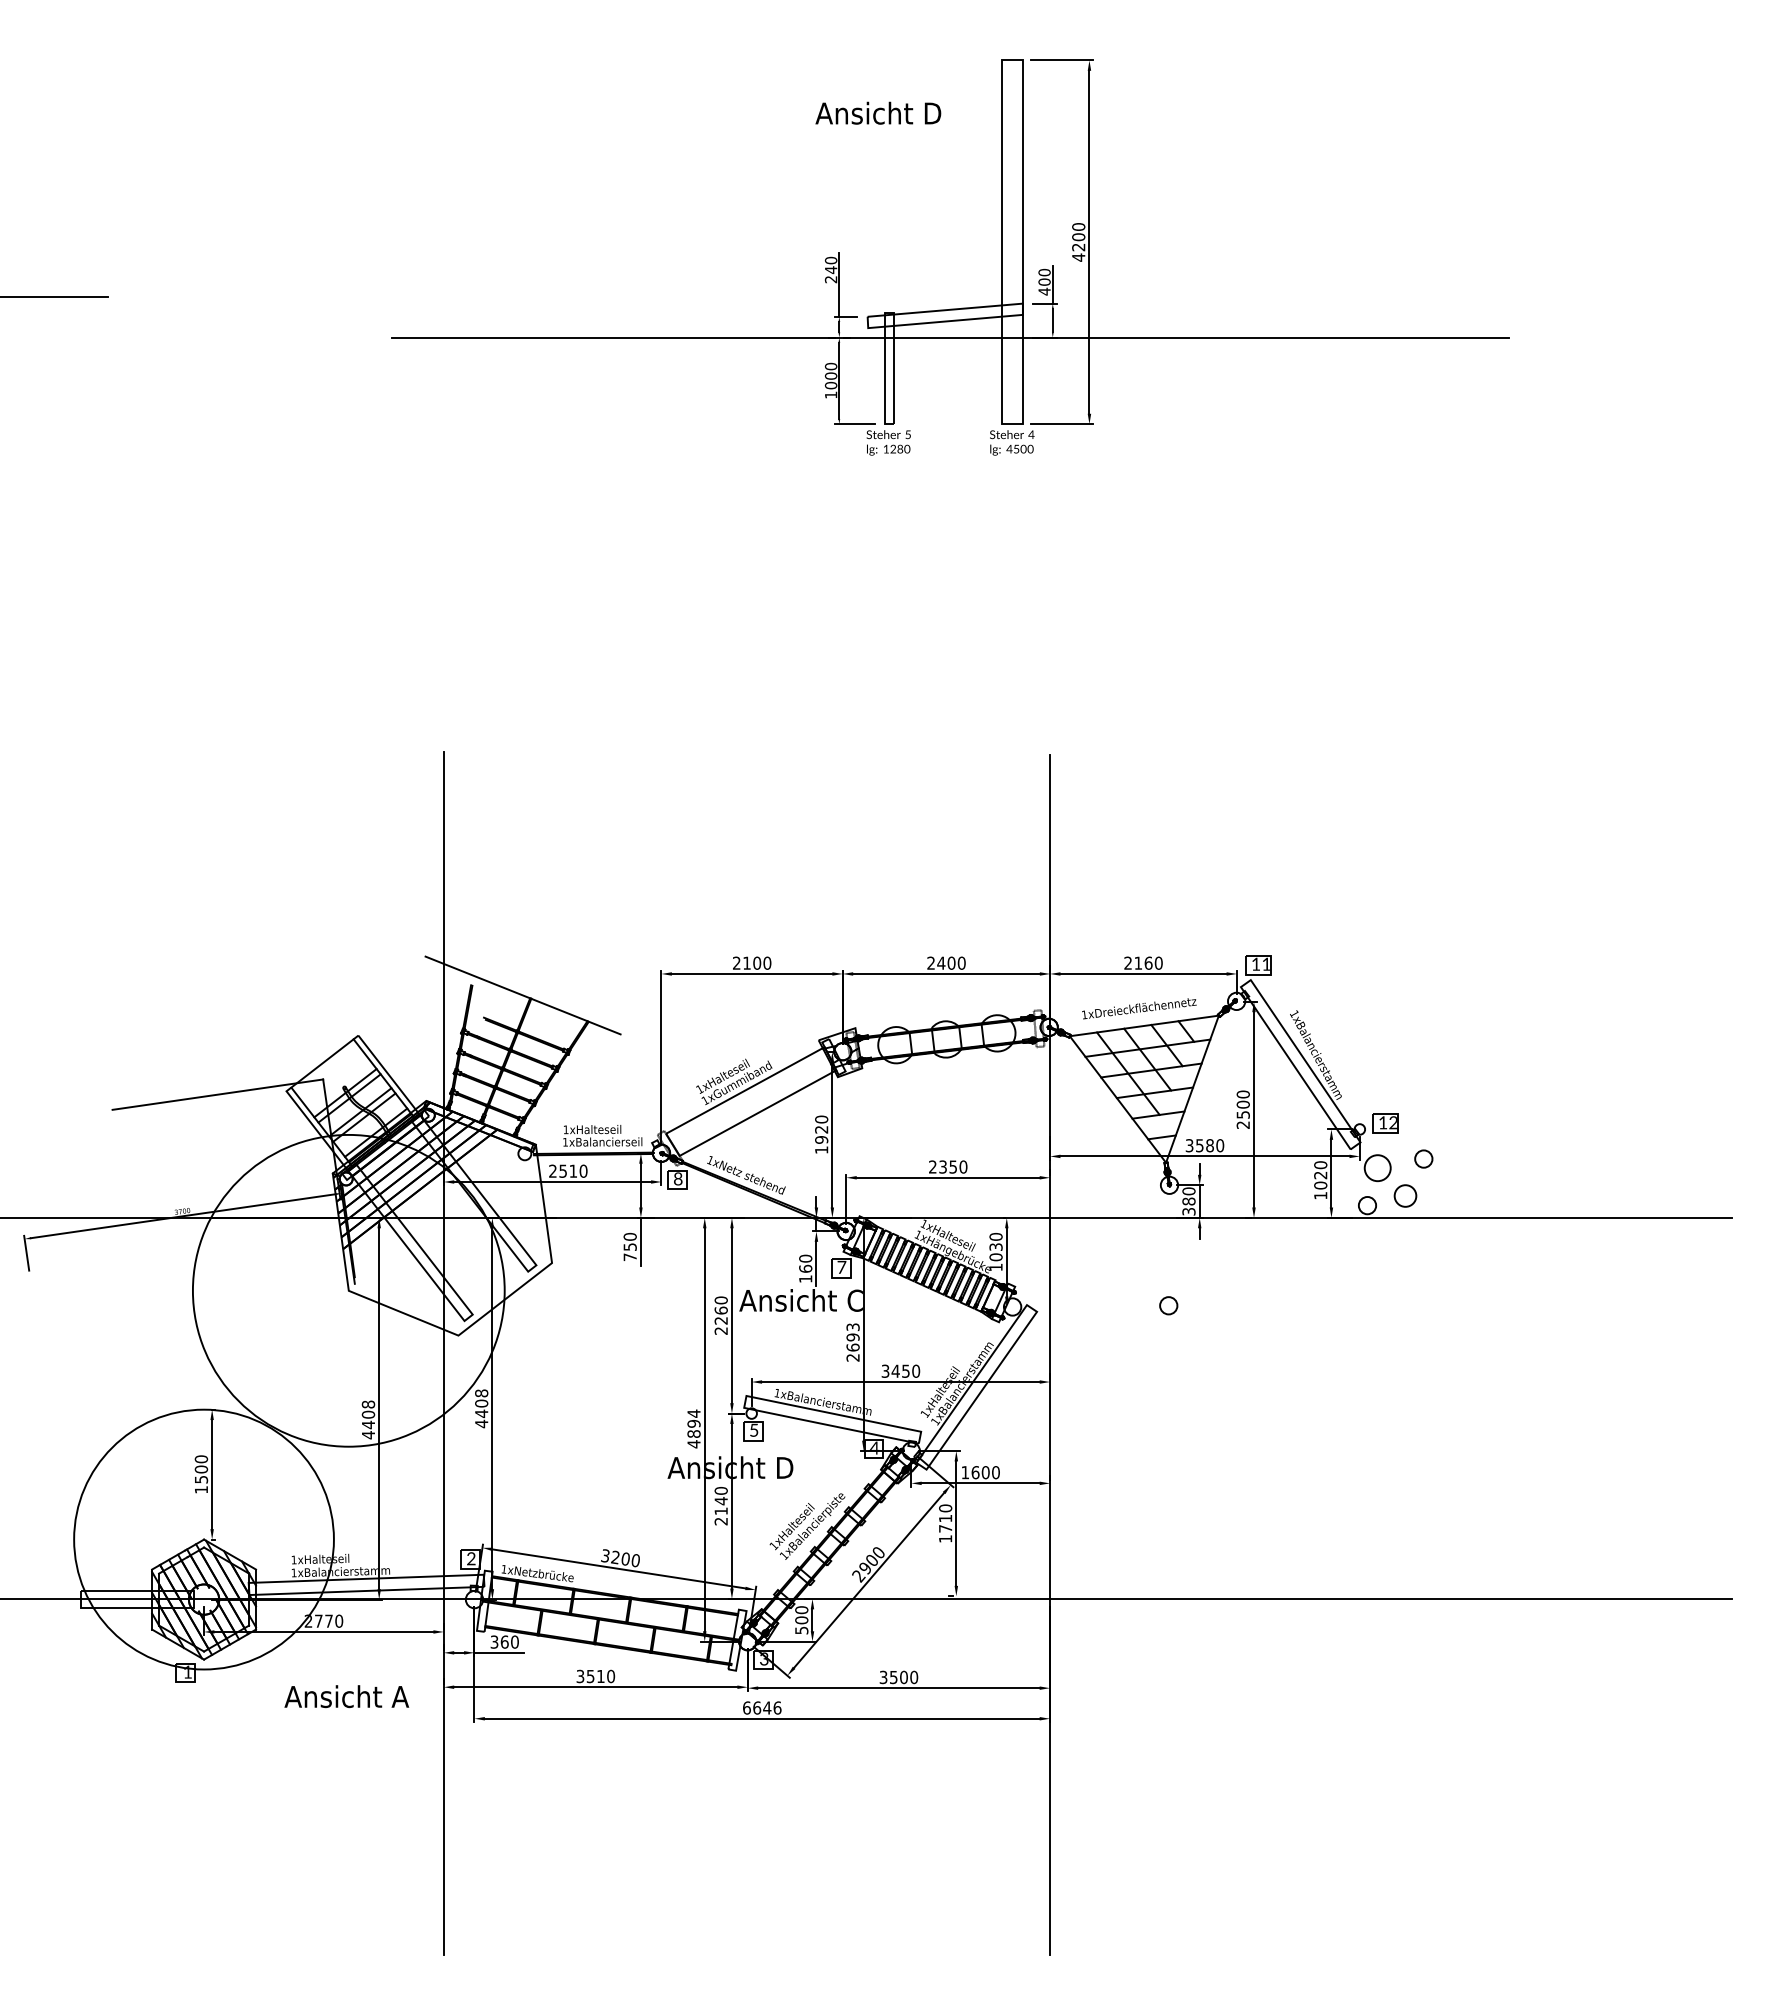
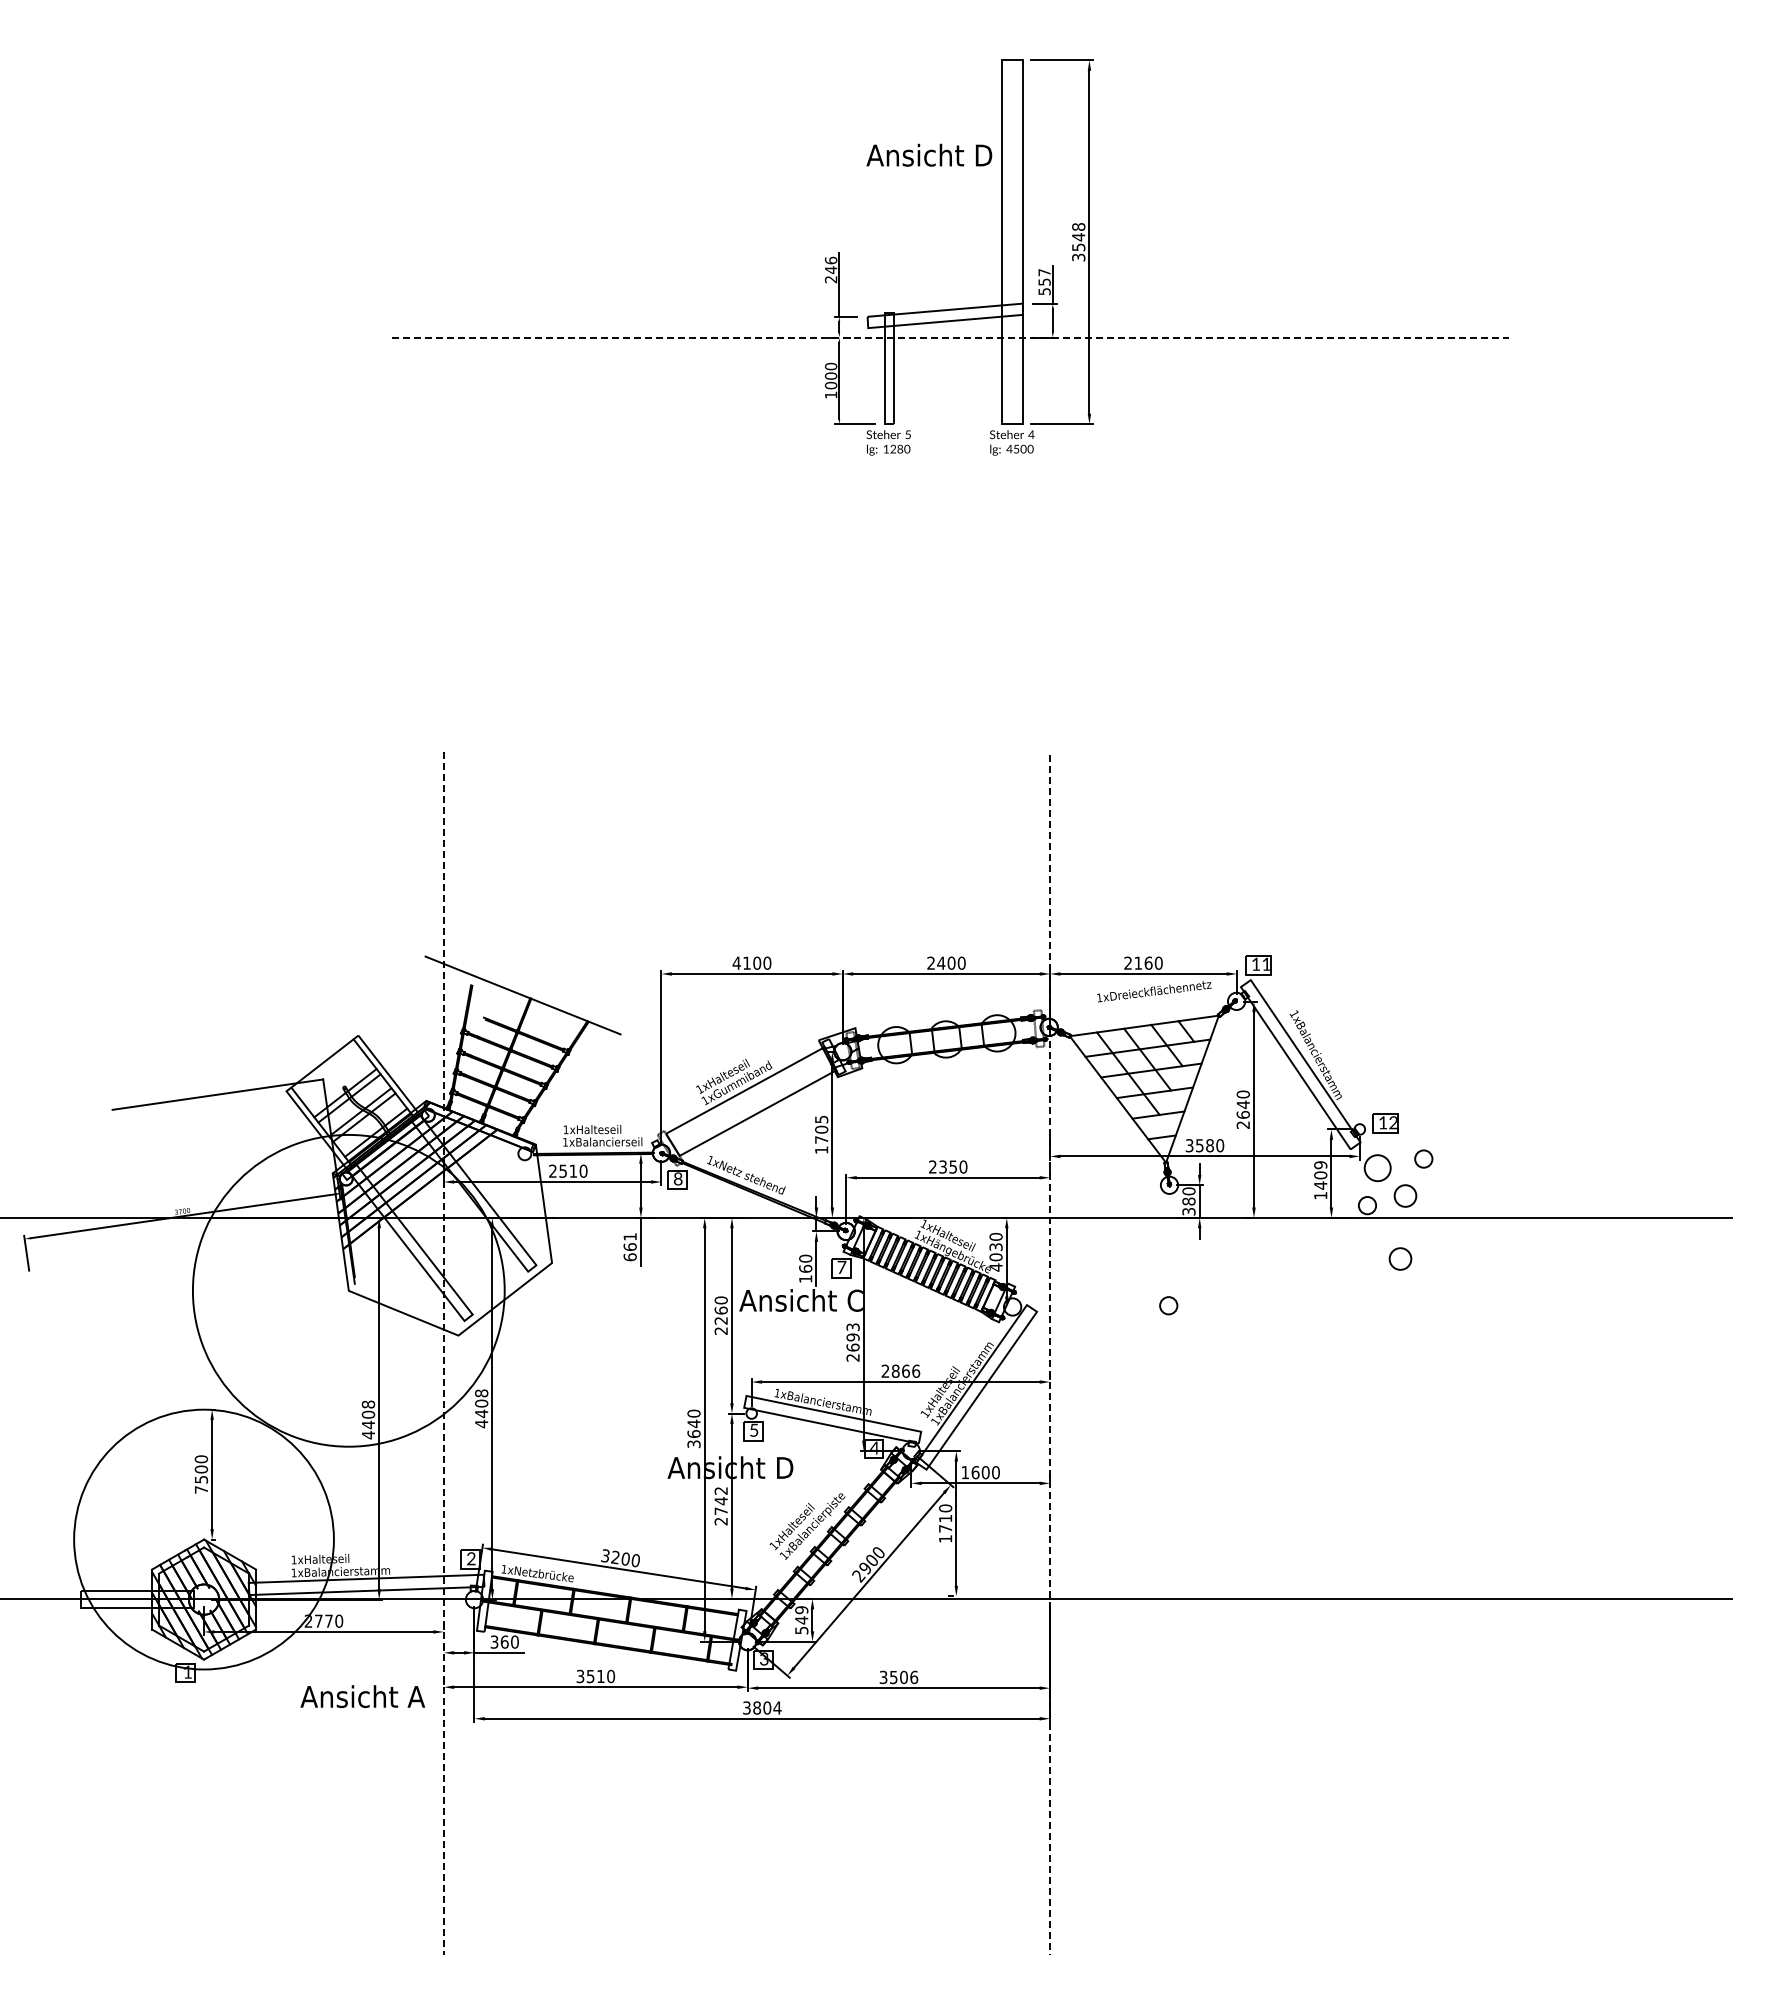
text at (878, 112) position: (878, 112) -> (929, 154)
text at (1078, 242): 4200 -> 3548
text at (830, 260): 240 -> 246
text at (1044, 281): 400 -> 557
line at (55, 296): present -> none
line at (950, 337): solid -> dashed
text at (736, 962): 2100 -> 4100
text at (1139, 1008) position: (1139, 1008) -> (1154, 991)
text at (1242, 1109): 2500 -> 2640
text at (821, 1129): 1920 -> 1705
text at (1320, 1175): 1020 -> 1409
text at (629, 1246): 750 -> 661
circle at (1400, 1258): none -> present
text at (995, 1267): 1030 -> 4030
line at (443, 1353): solid -> dashed
line at (1050, 1354): solid -> dashed
text at (900, 1370): 3450 -> 2866
text at (693, 1428): 4894 -> 3640
text at (201, 1489): 1500 -> 7500
text at (720, 1500): 2140 -> 2742
text at (801, 1615): 500 -> 549
text at (914, 1676): 3500 -> 3506
text at (346, 1696) position: (346, 1696) -> (362, 1696)
text at (762, 1707): 6646 -> 3804
